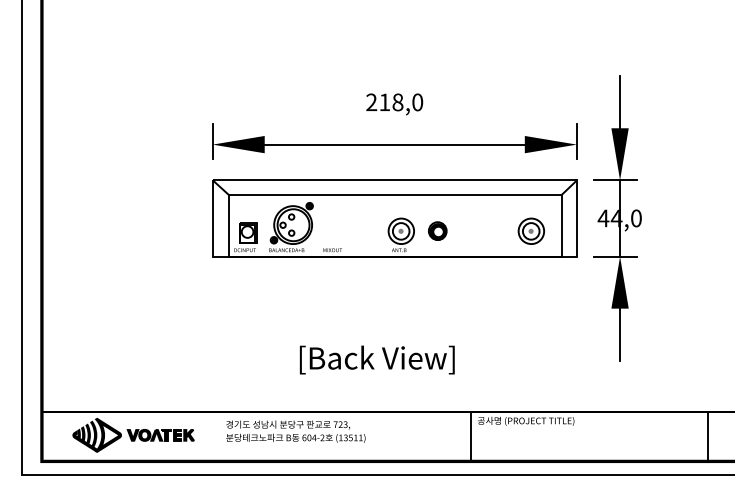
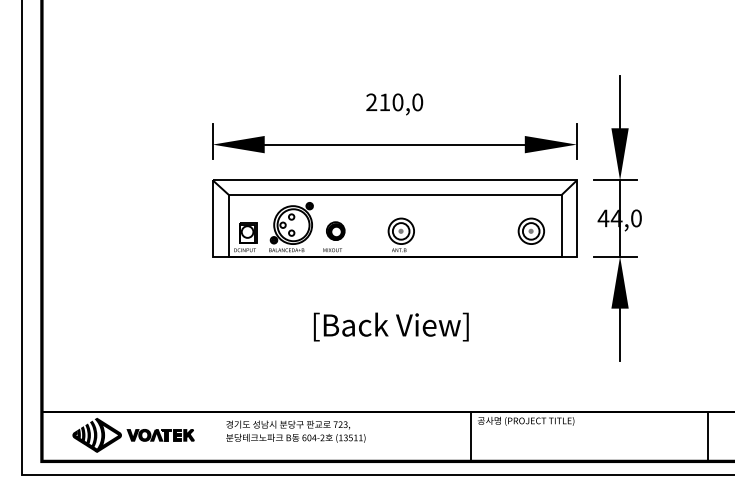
text at (397, 102): 218,0 -> 210,0
part at (437, 230) position: (437, 230) -> (335, 230)
text at (376, 359) position: (376, 359) -> (390, 326)
